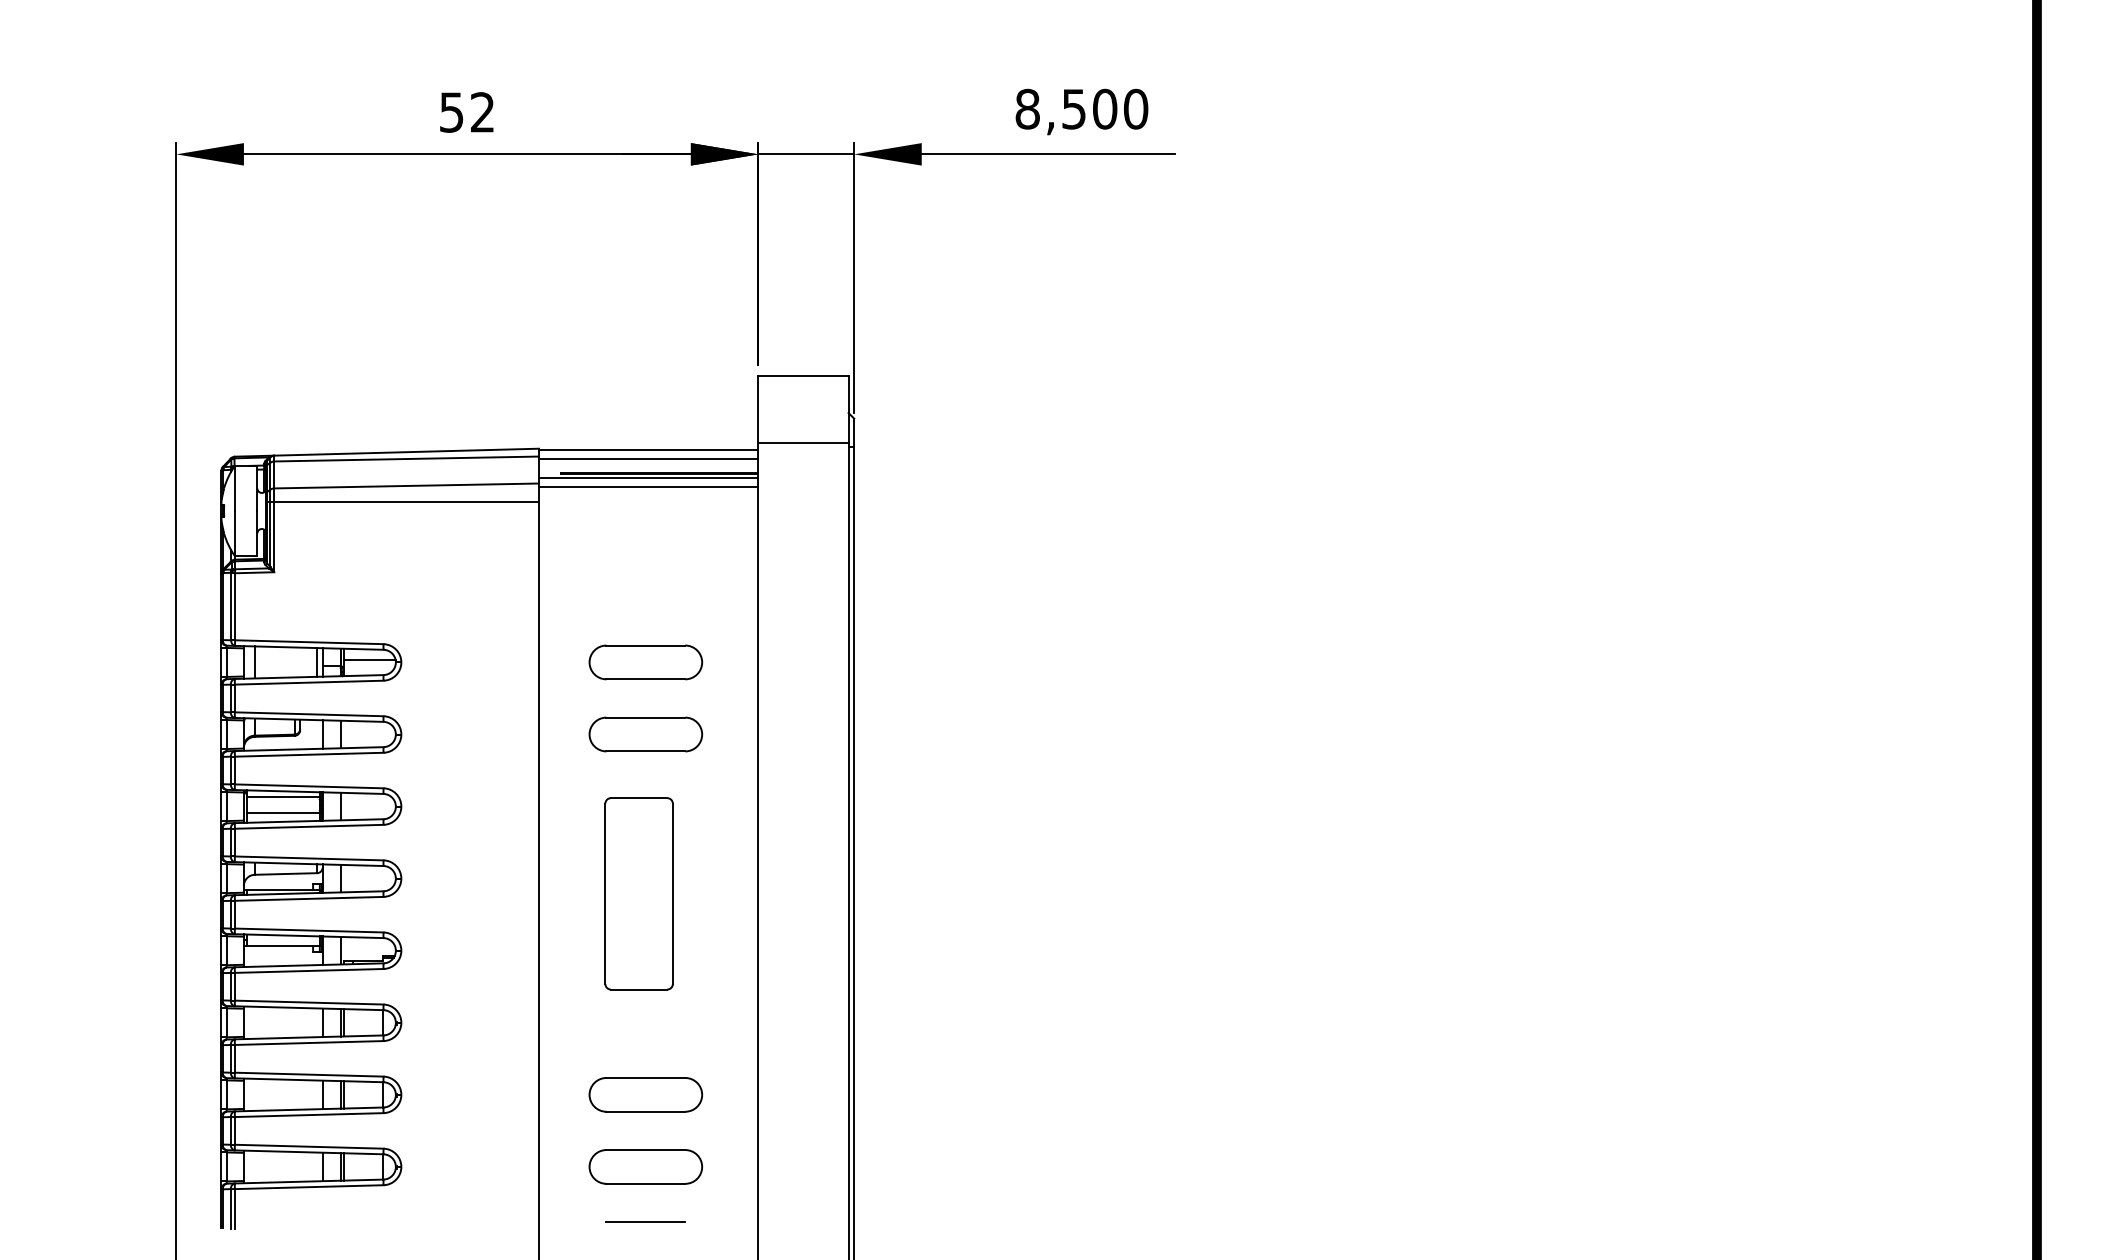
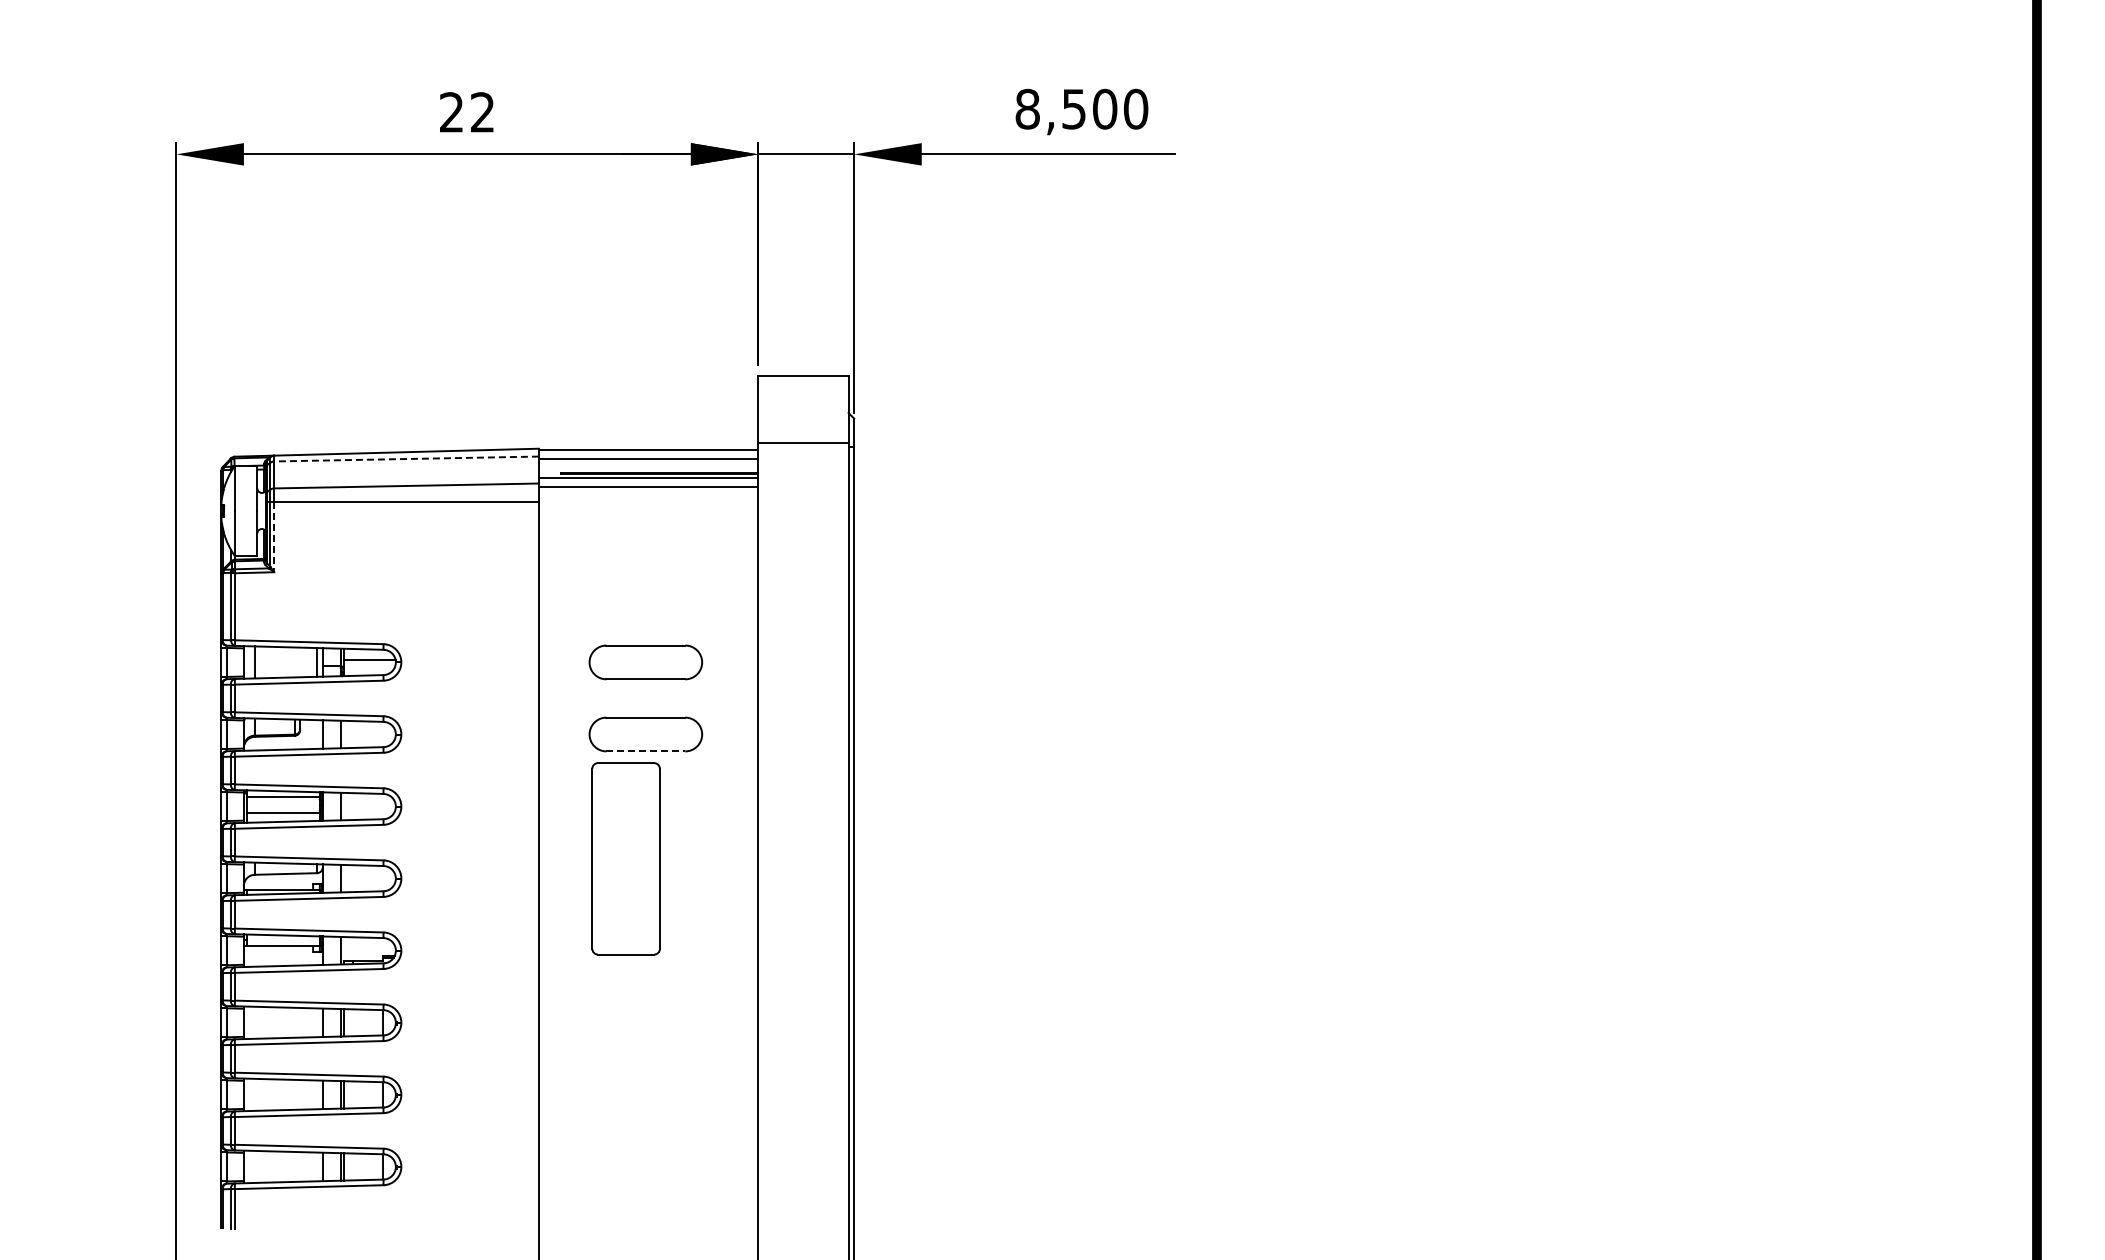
text at (451, 112): 52 -> 22
line at (406, 459): solid -> dashed
line at (274, 537): solid -> dashed
line at (646, 751): solid -> dashed
part at (638, 893) position: (638, 893) -> (625, 858)
part at (645, 1094): present -> none
part at (645, 1166): present -> none
line at (645, 1222): present -> none
